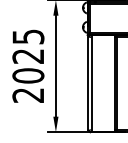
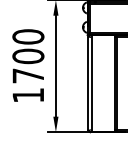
text at (28, 65): 2025 -> 1700
